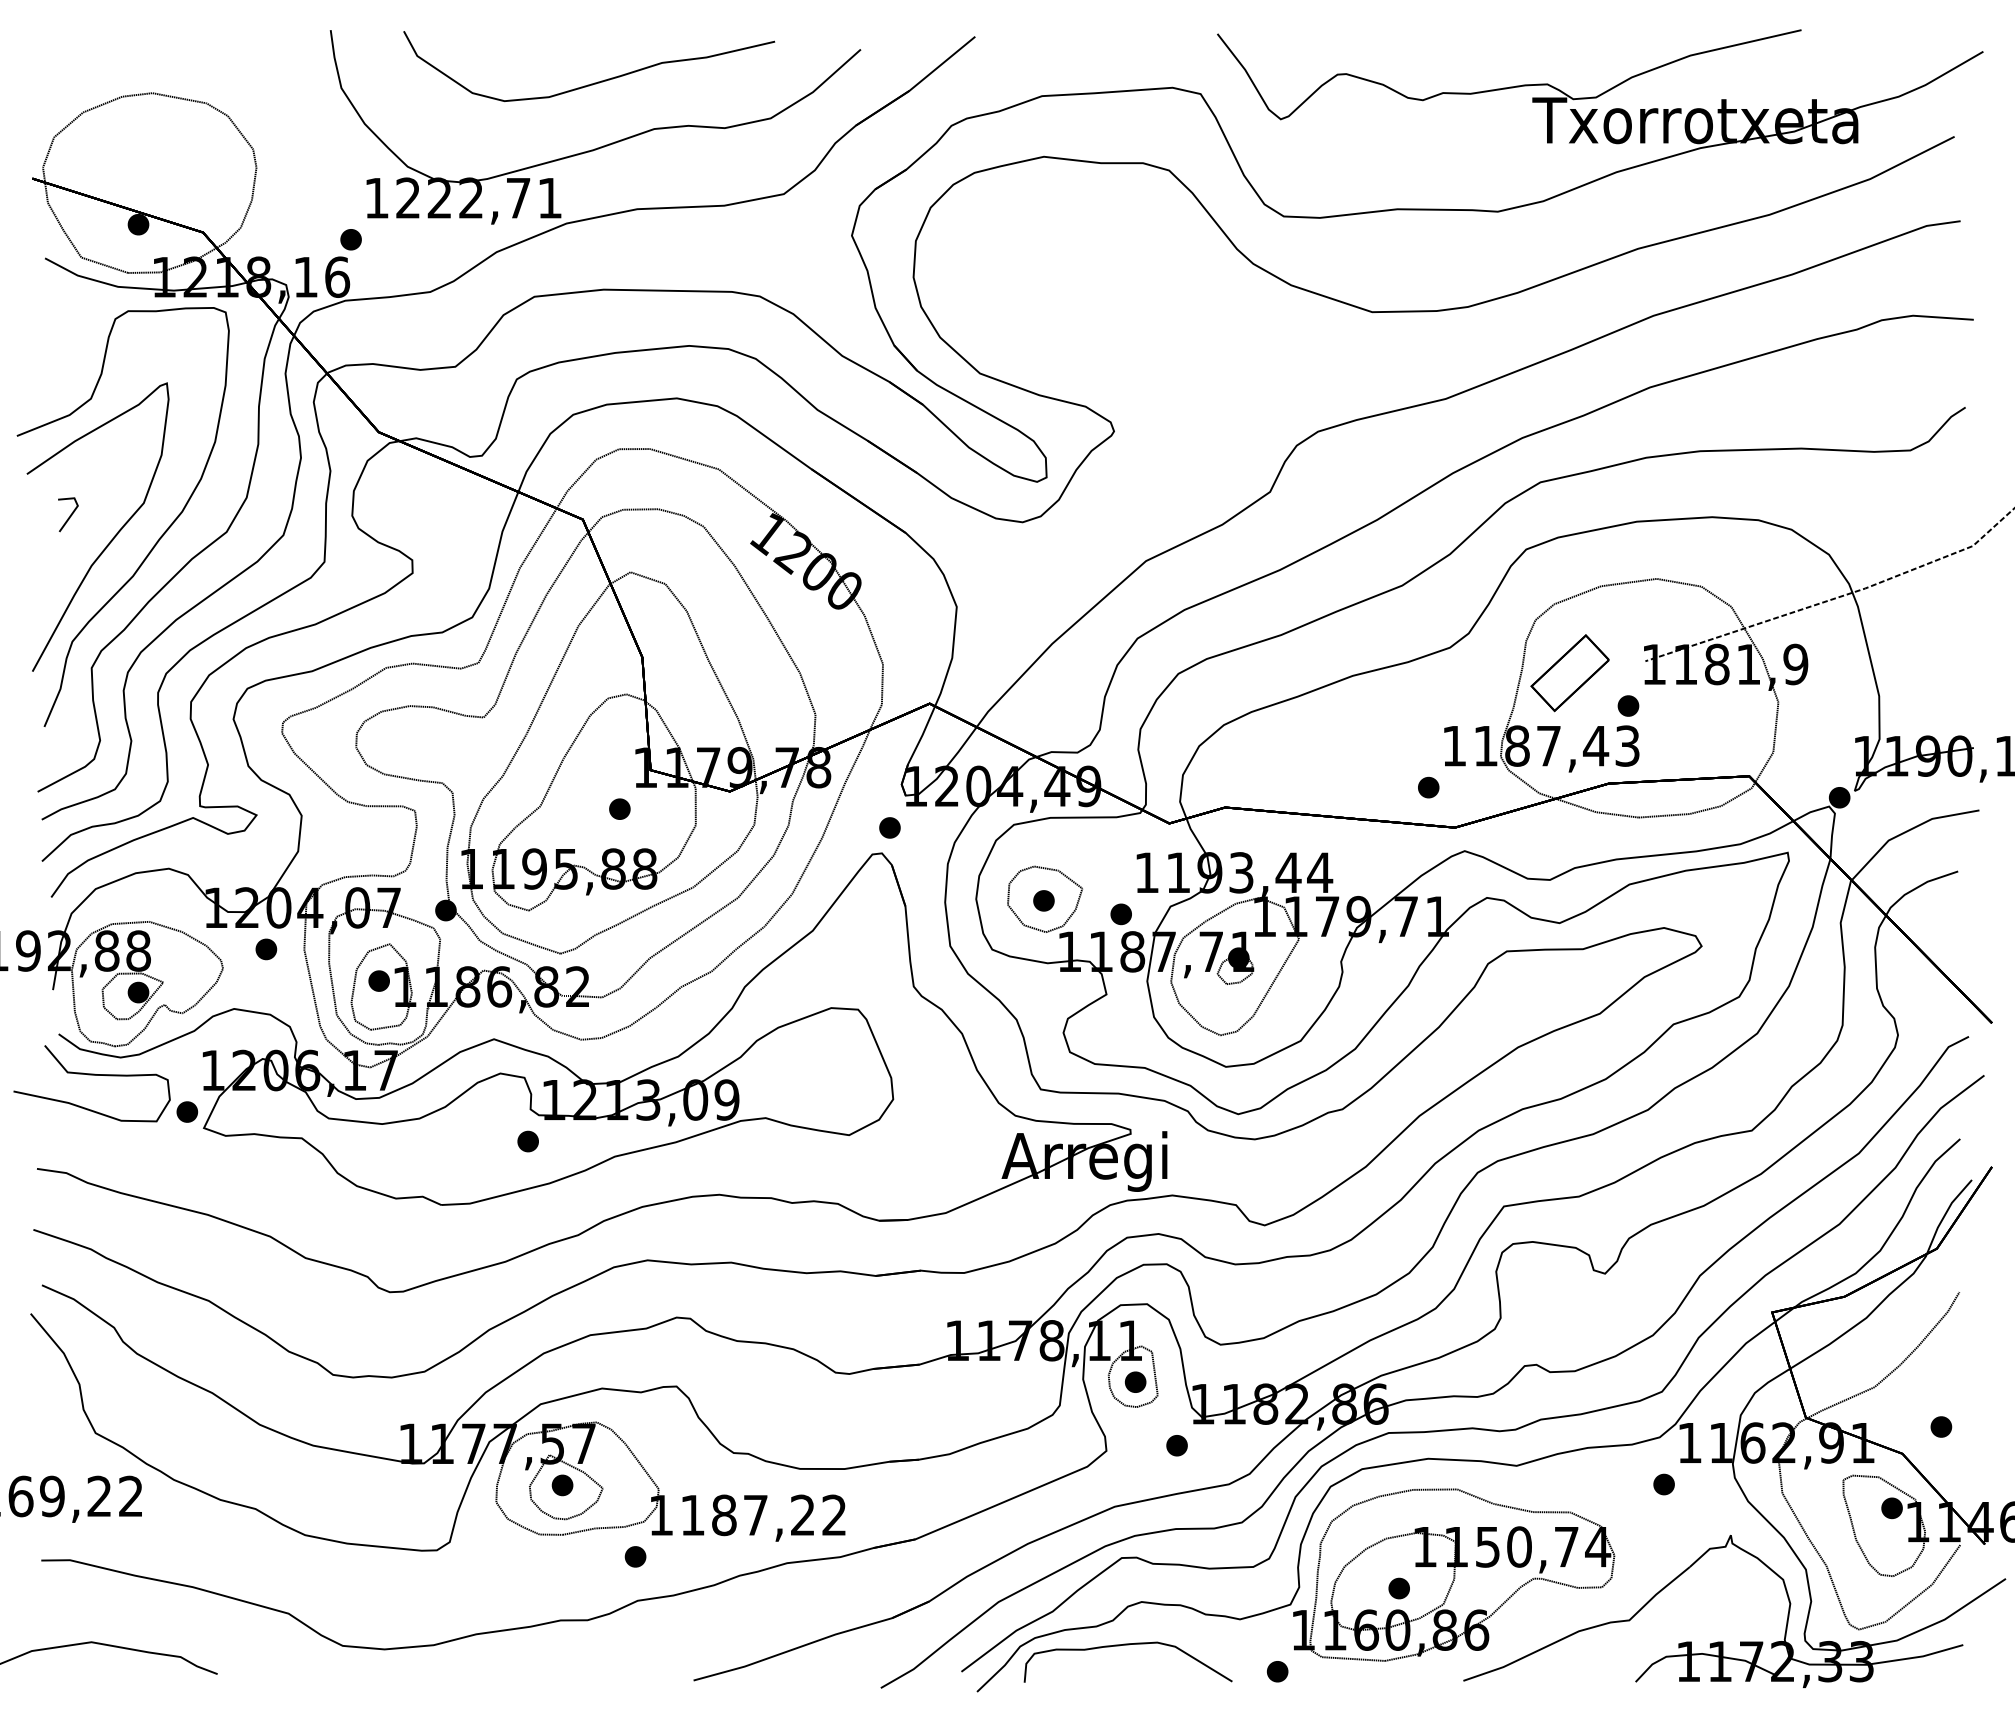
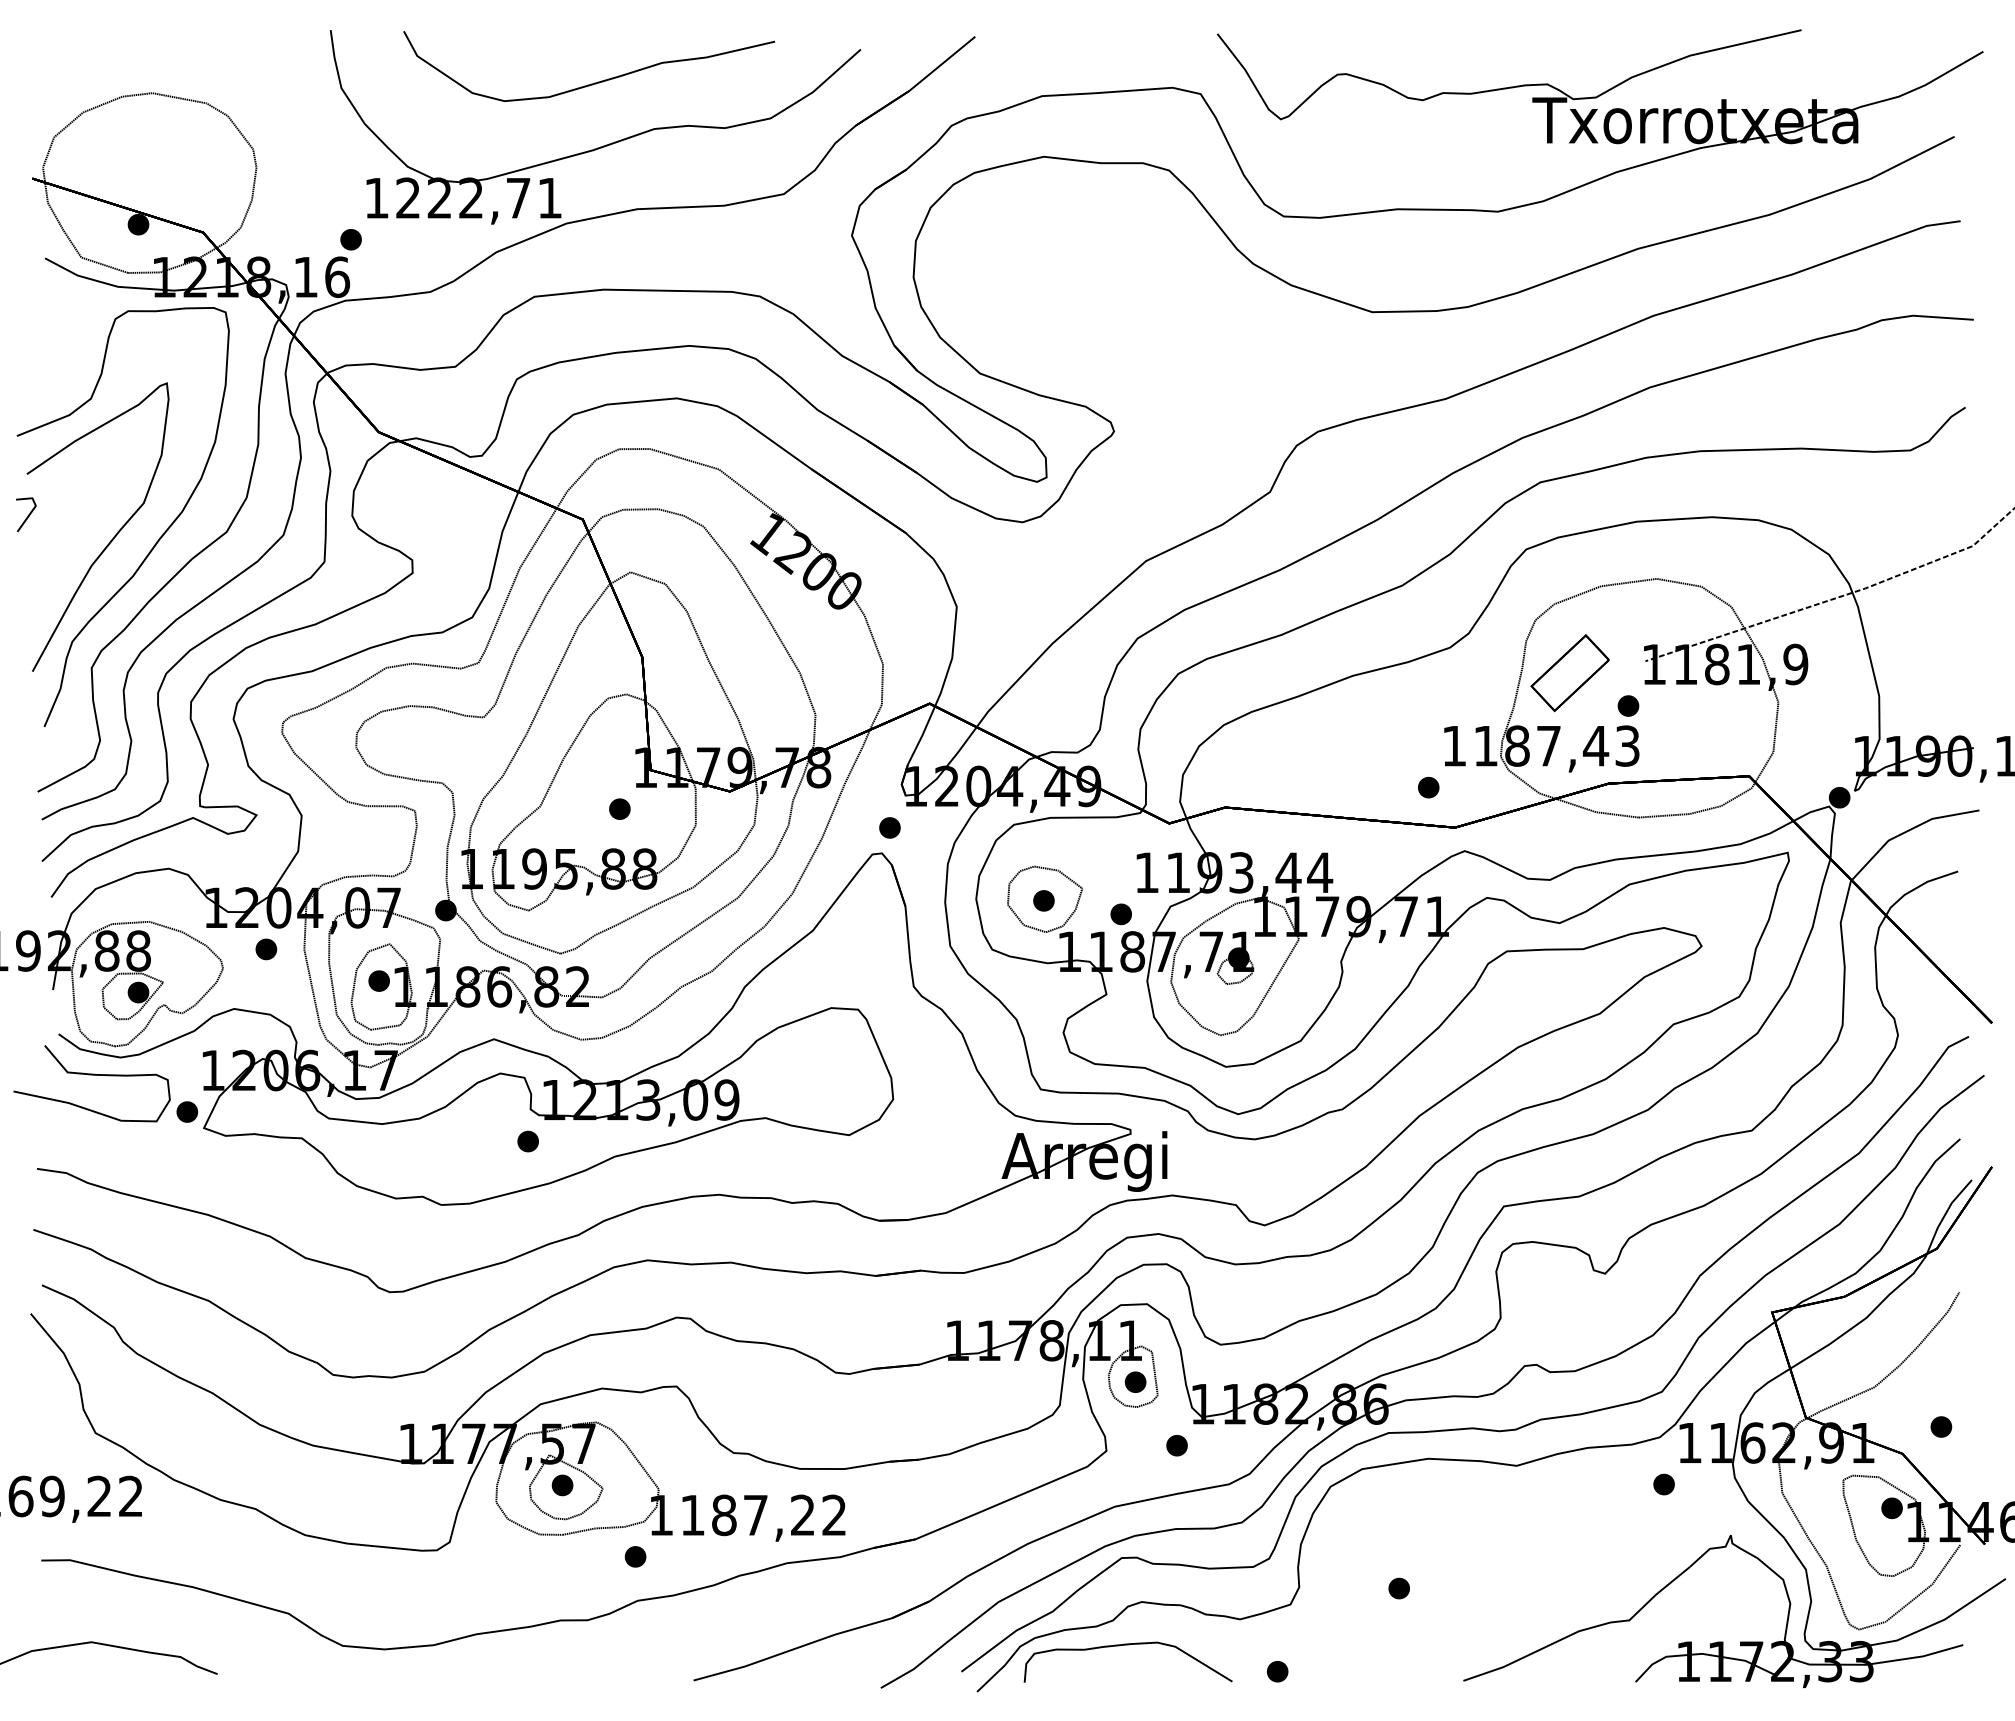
line at (69, 515) position: (69, 515) -> (27, 515)
part at (1454, 1574): present -> none
